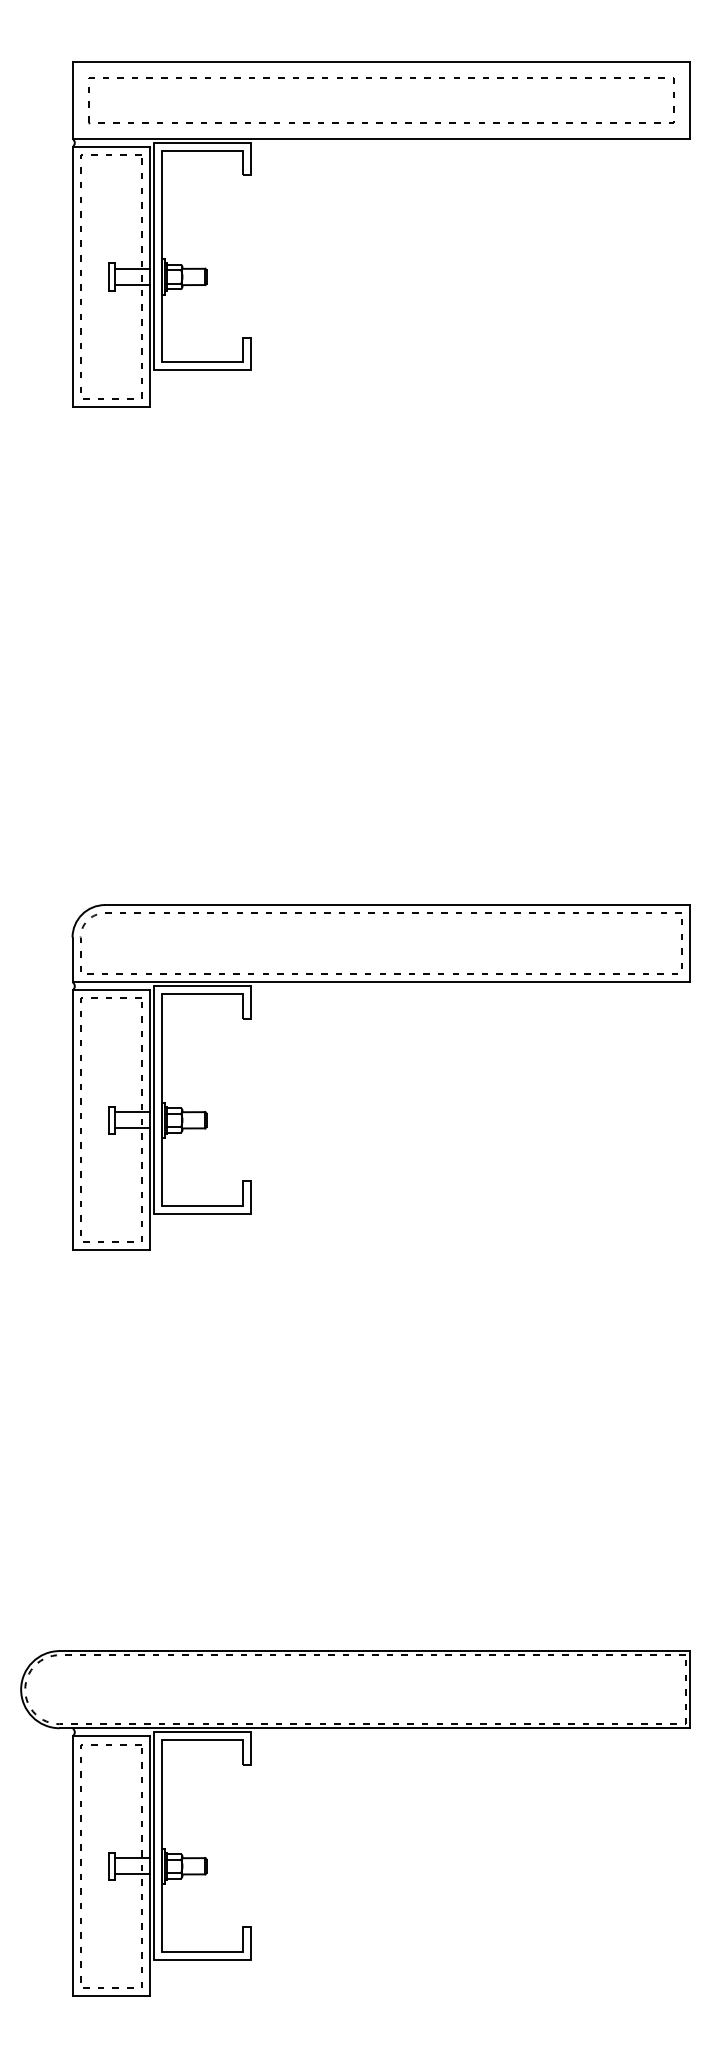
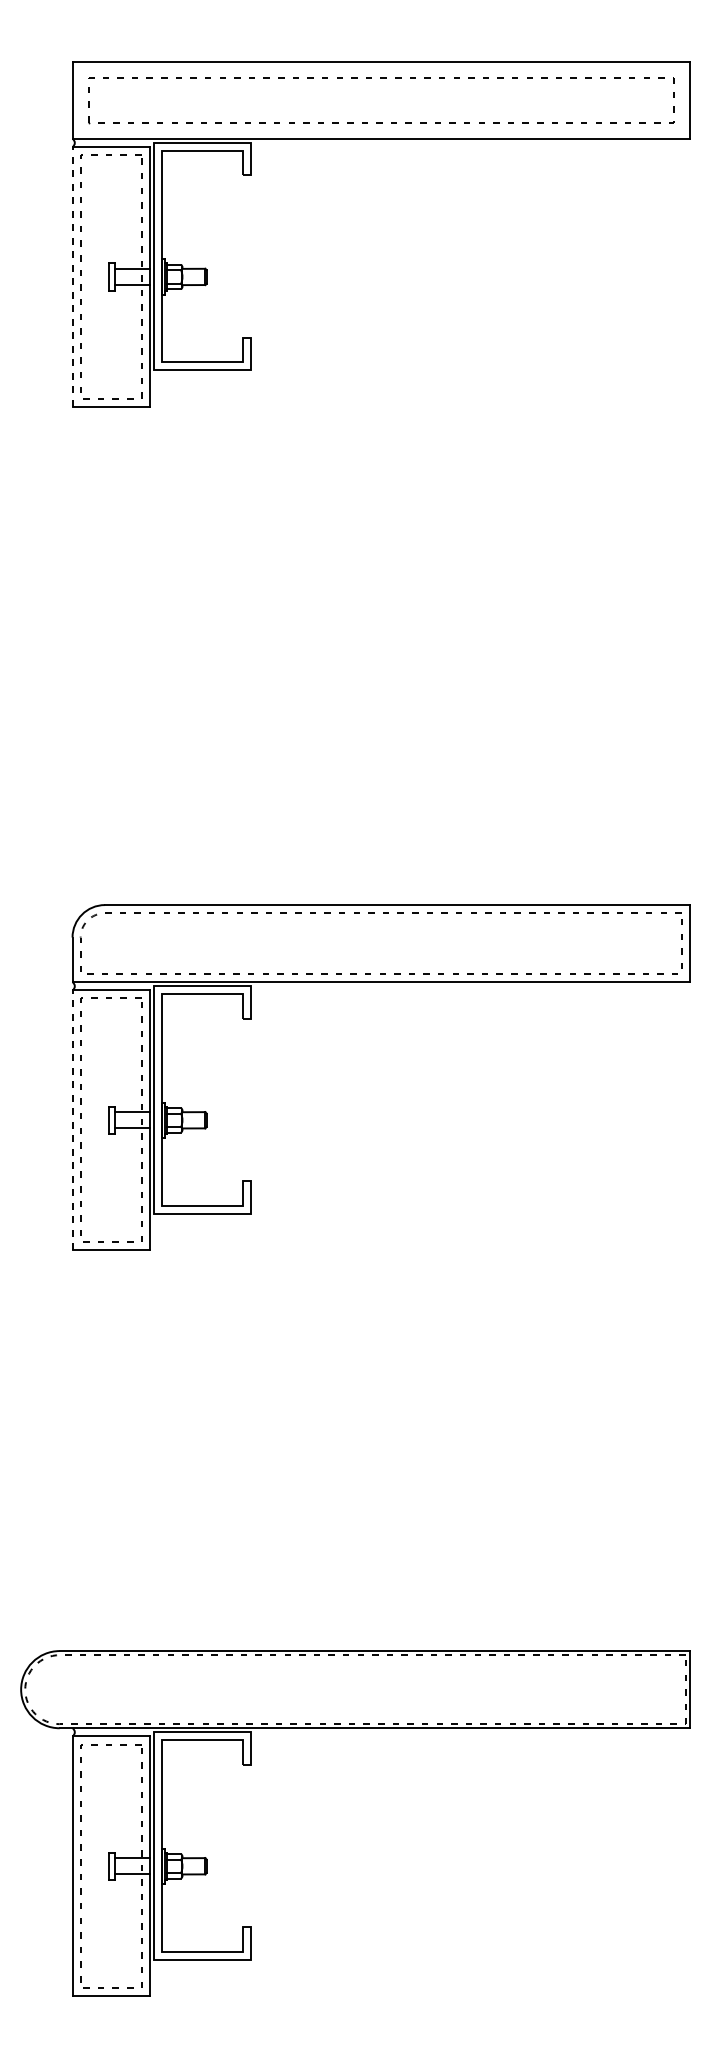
line at (72, 276): solid -> dashed
line at (72, 1120): solid -> dashed
